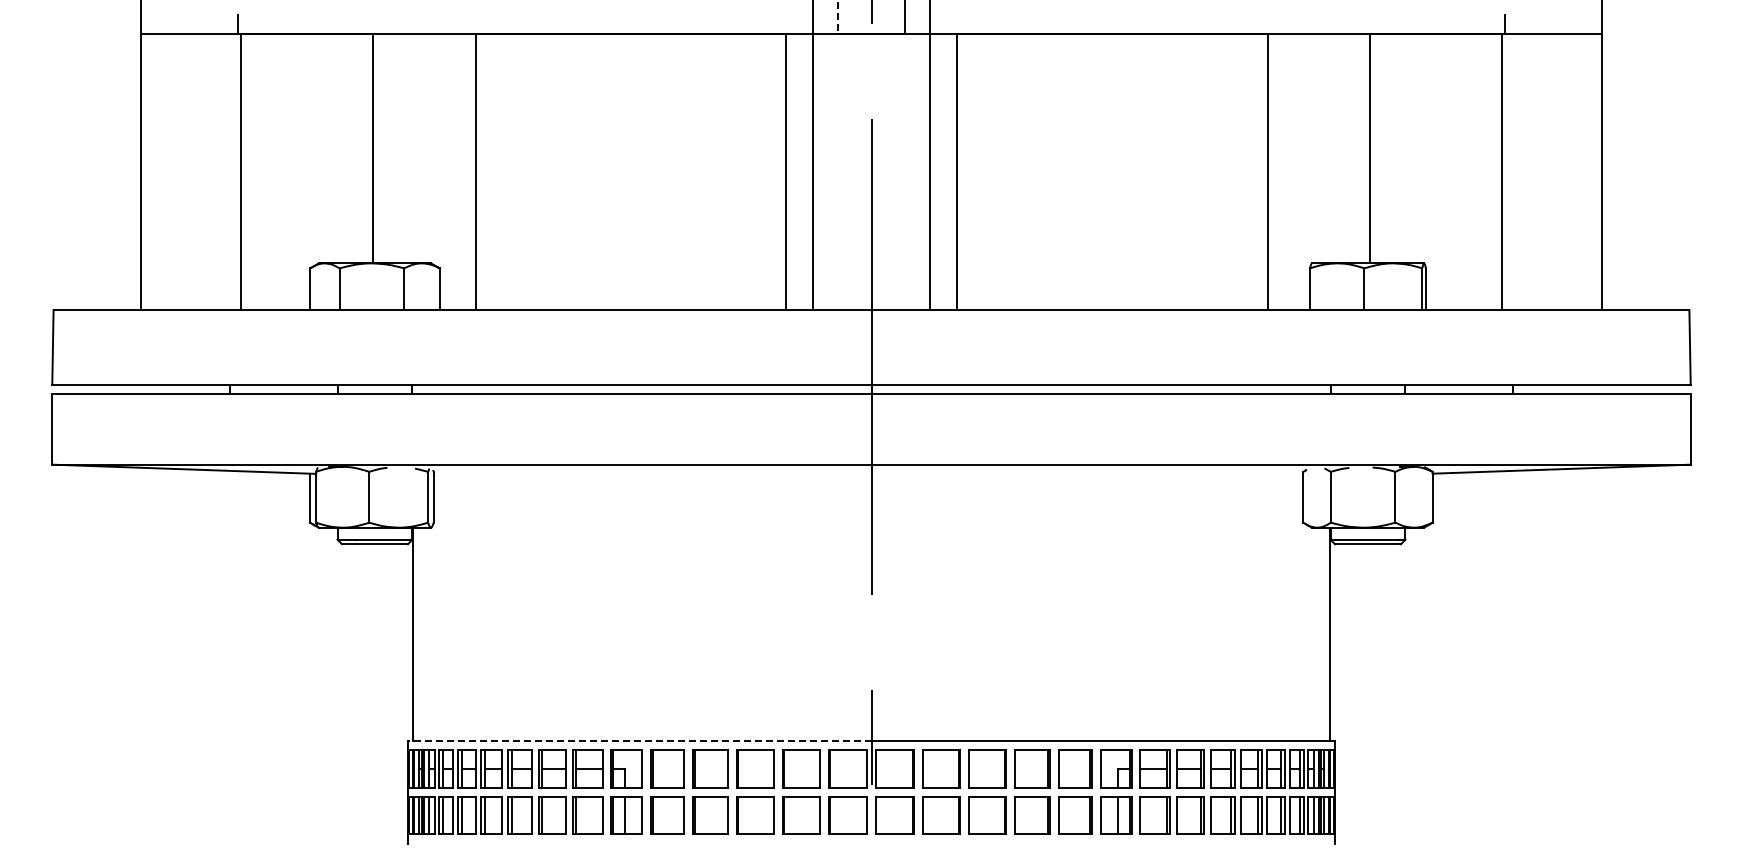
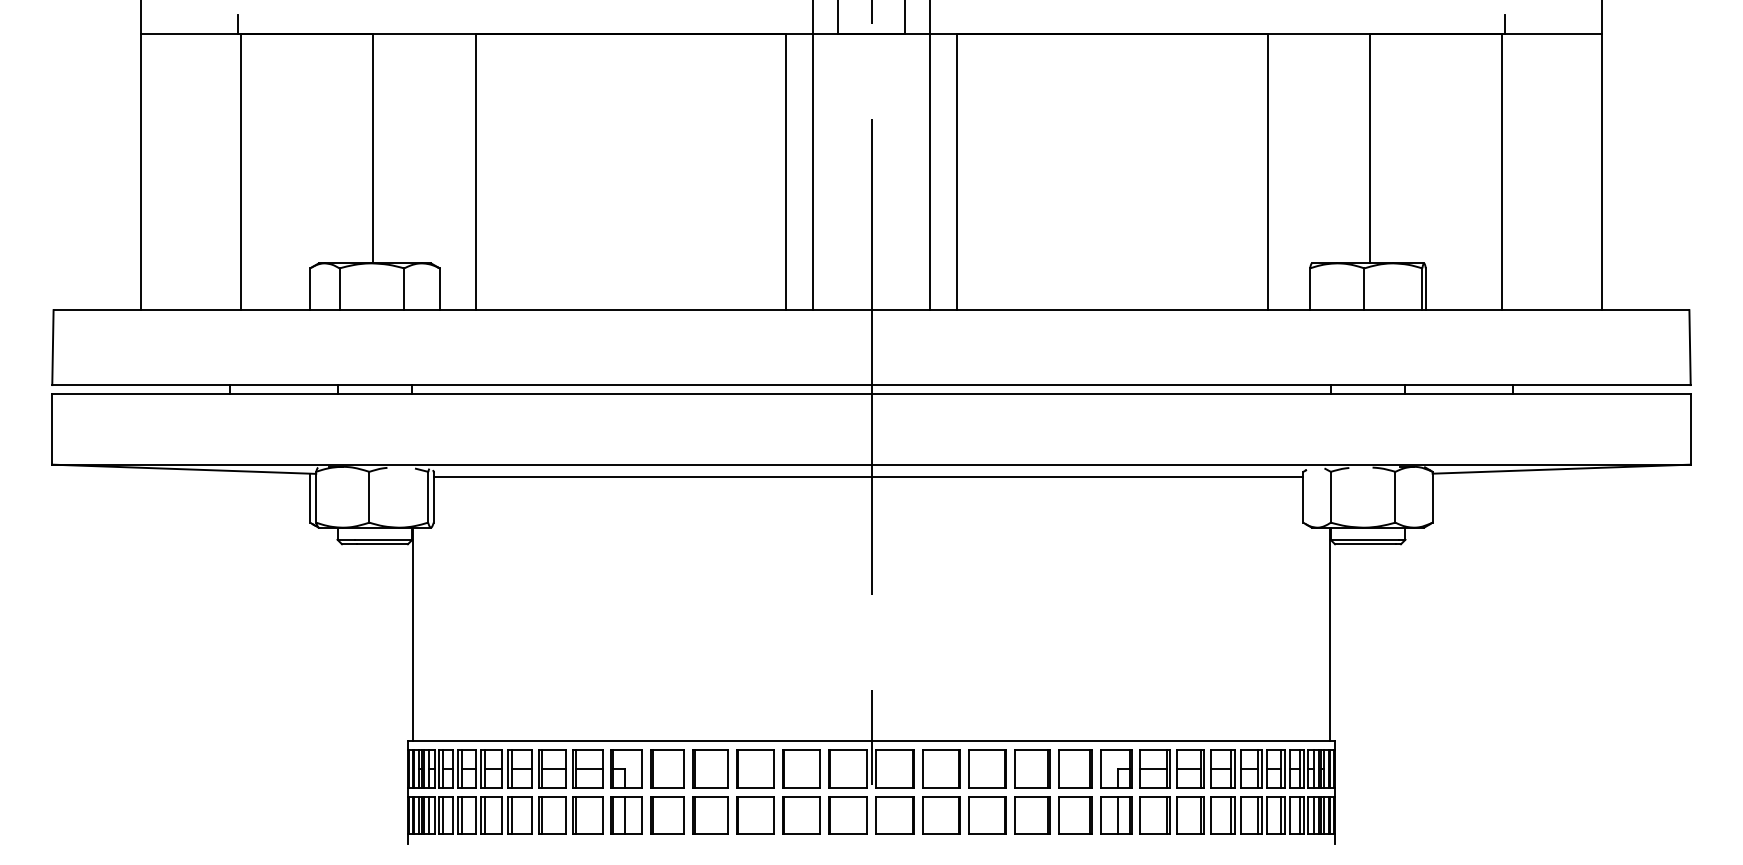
line at (838, 17): dashed -> solid
line at (868, 477): none -> present
line at (639, 740): dashed -> solid
